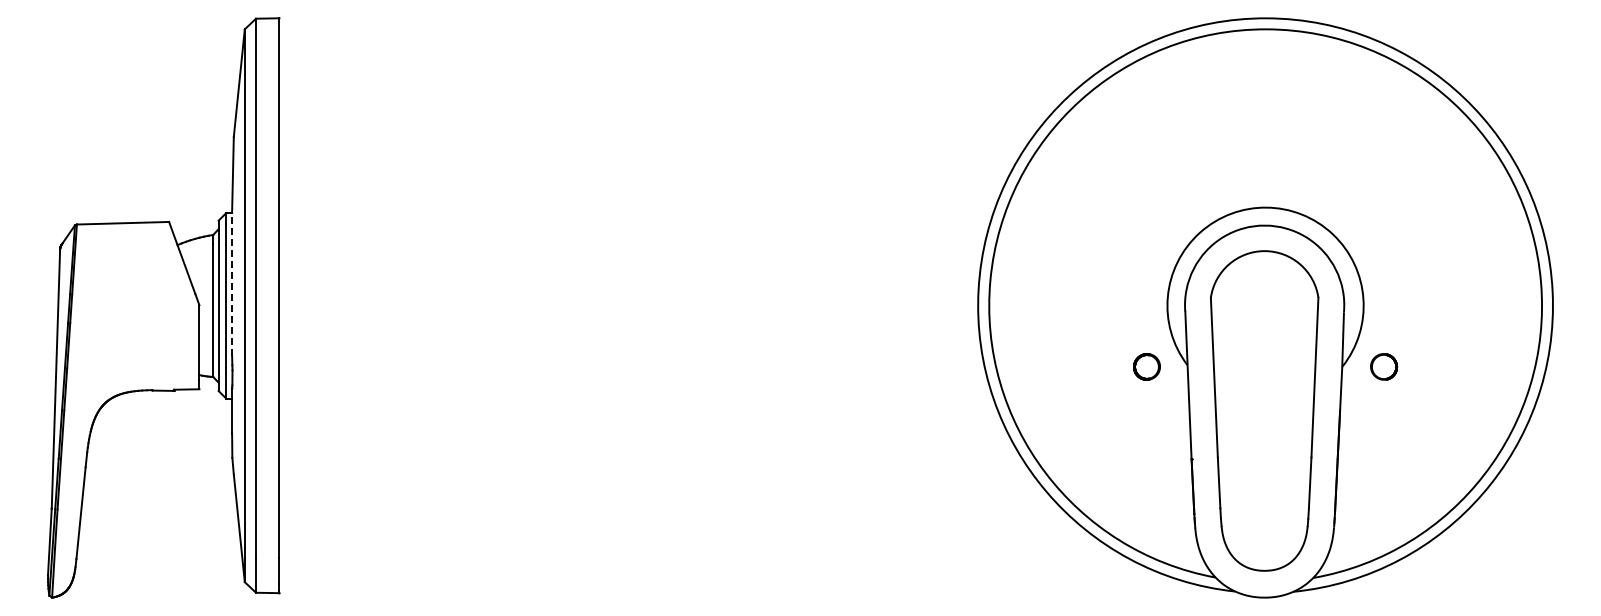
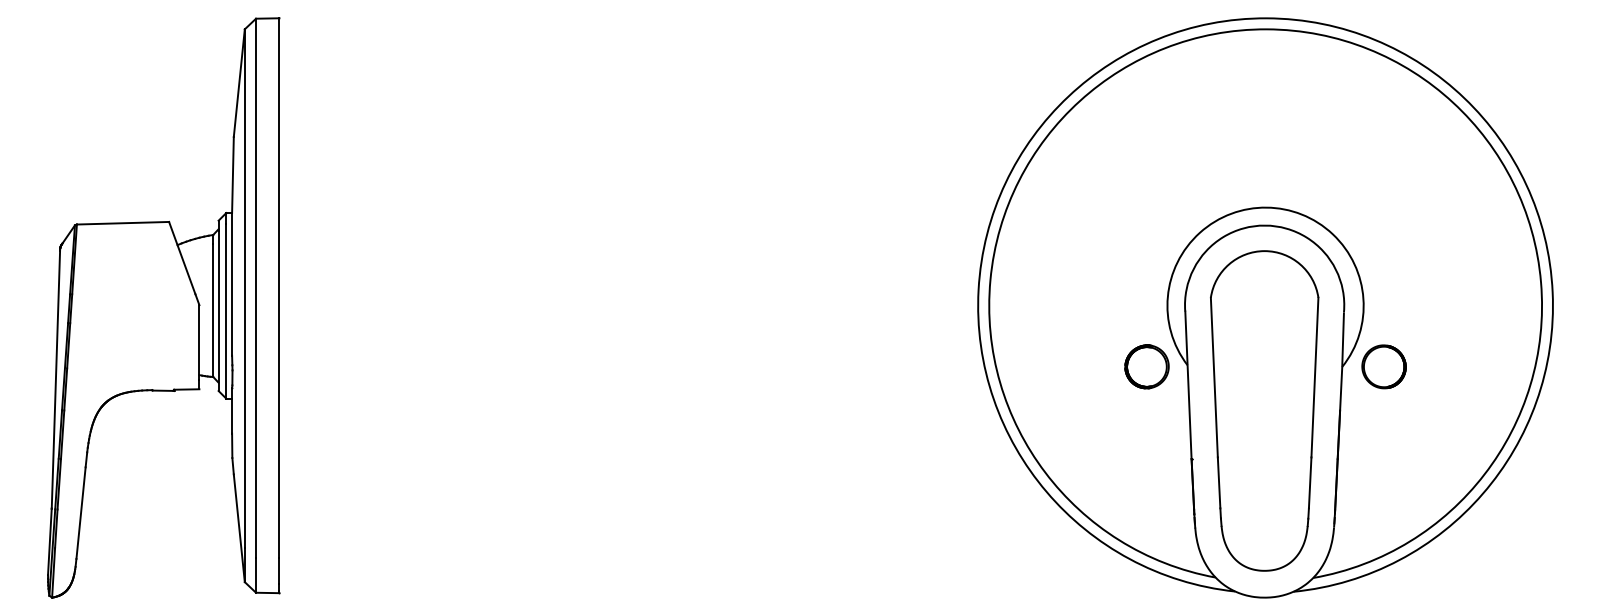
line at (232, 283): dashed -> solid
part at (1146, 366) size: 28x28 px -> 46x46 px
part at (1384, 366) size: 29x28 px -> 46x46 px
